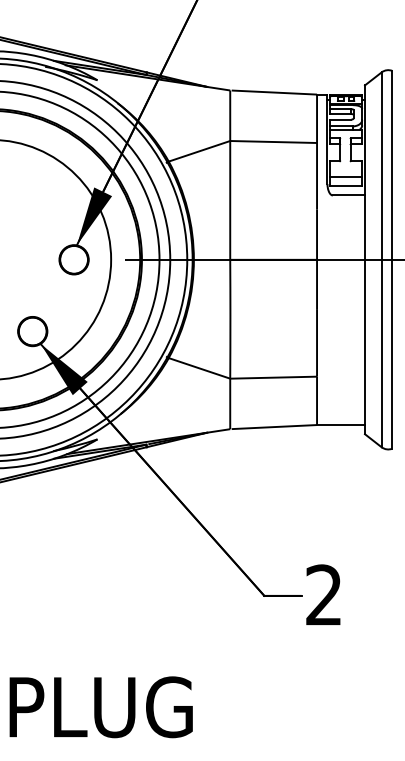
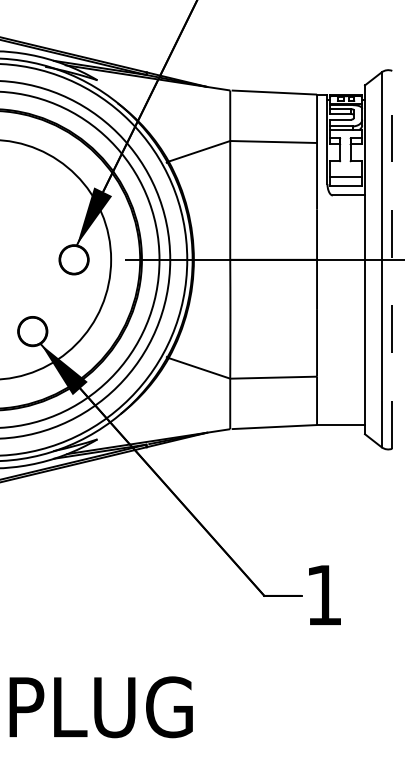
line at (392, 259): solid -> dashed
text at (323, 594): 2 -> 1
